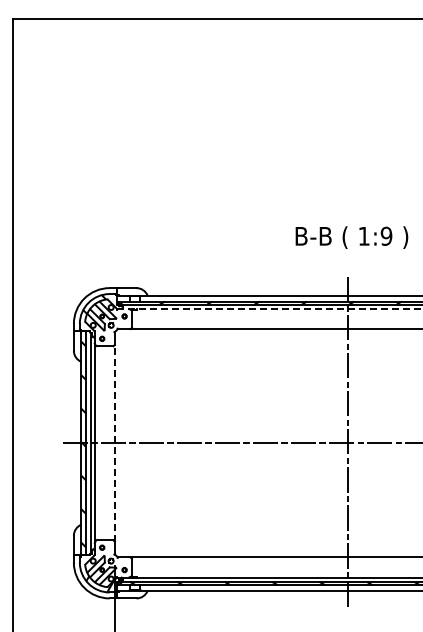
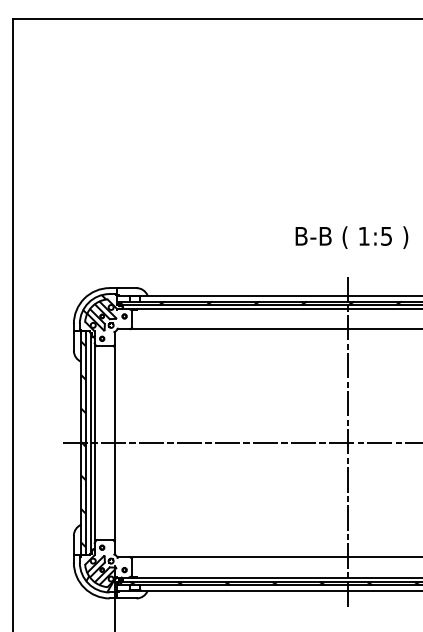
text at (386, 235): 1:9 -> 1:5
line at (272, 309): dashed -> solid
line at (114, 443): dashed -> solid
